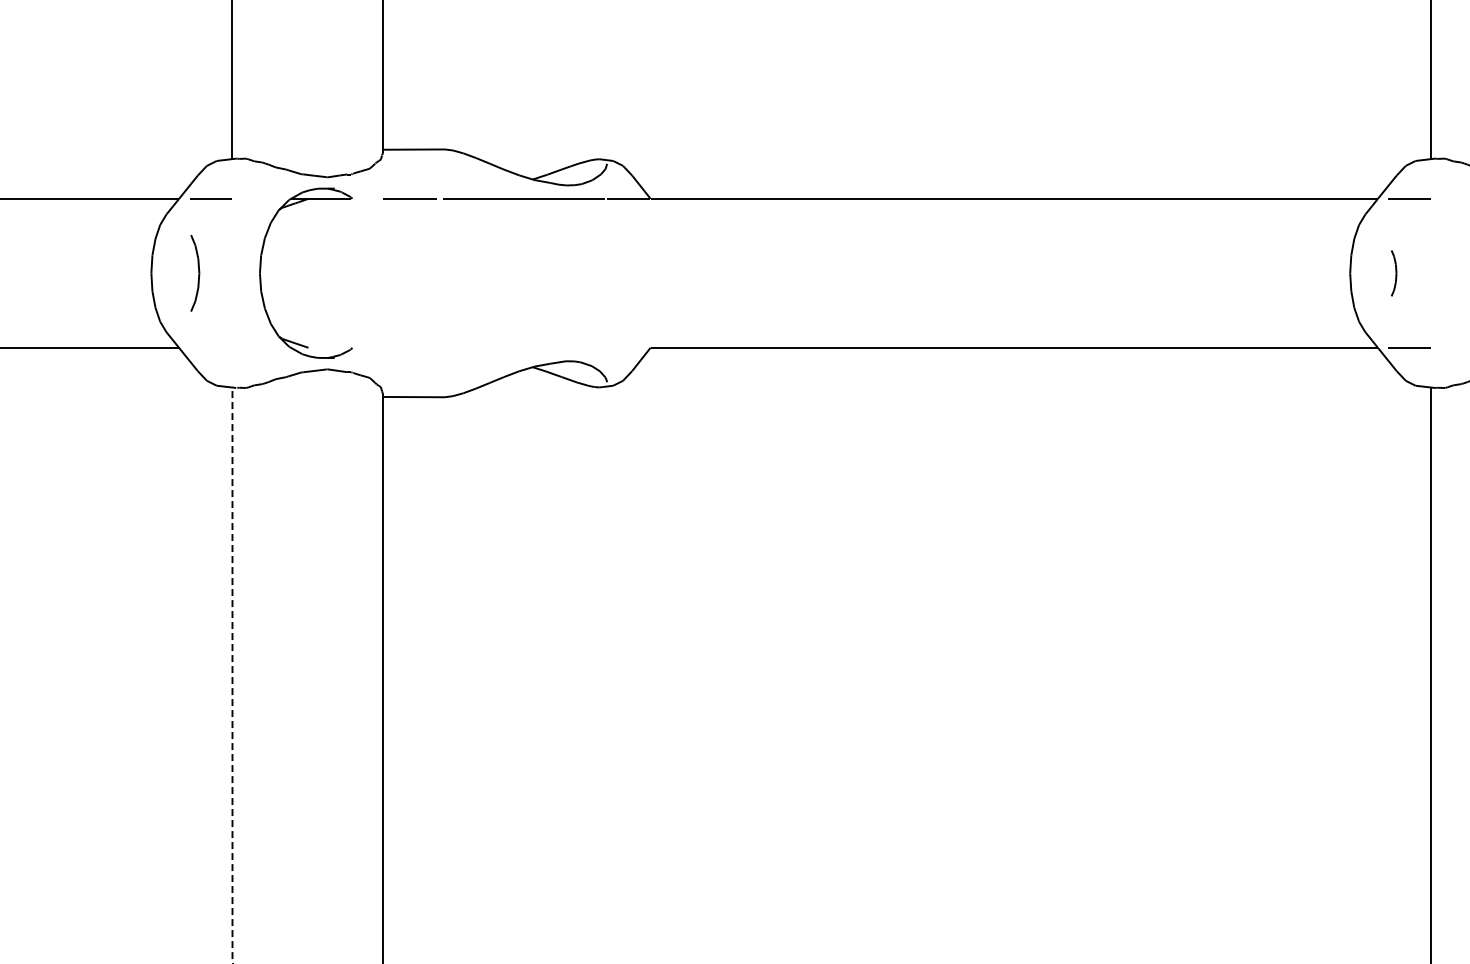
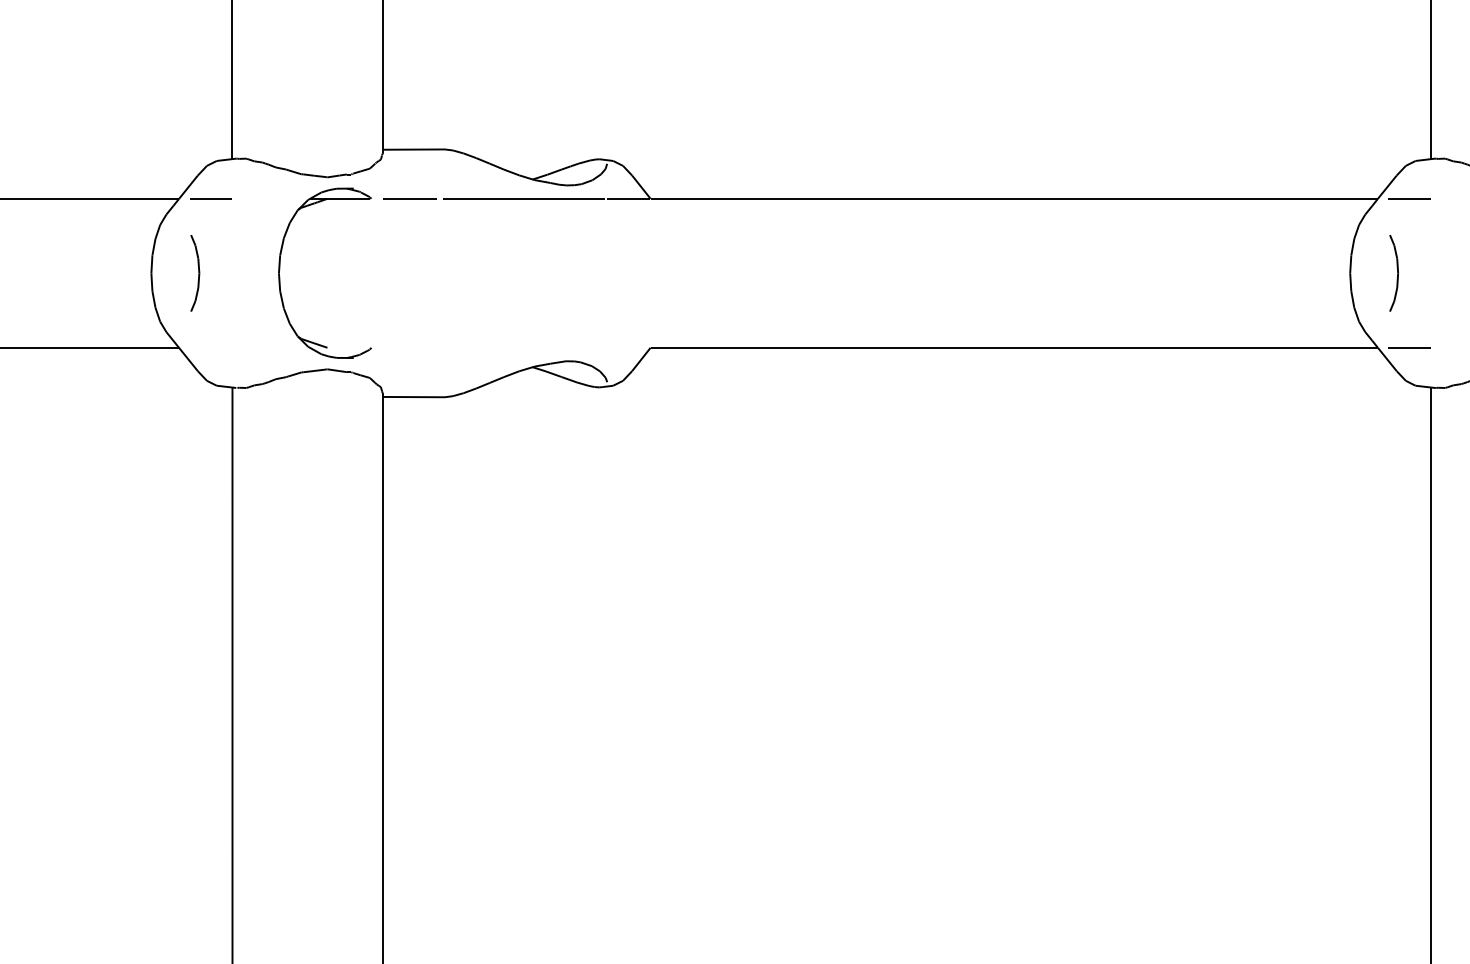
part at (261, 269) position: (261, 269) -> (280, 269)
part at (1394, 273) size: 7x47 px -> 10x77 px
line at (232, 675): dashed -> solid
